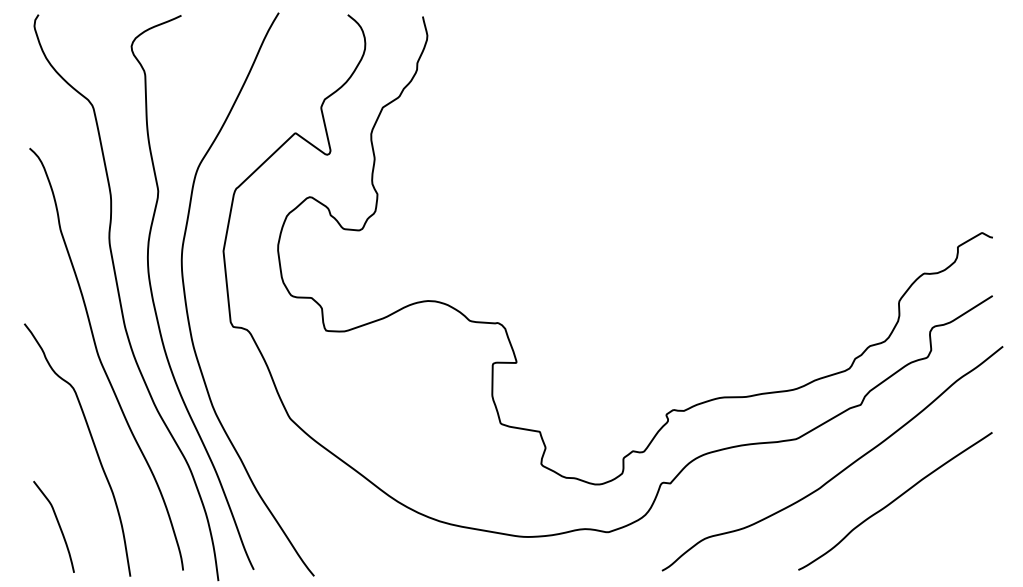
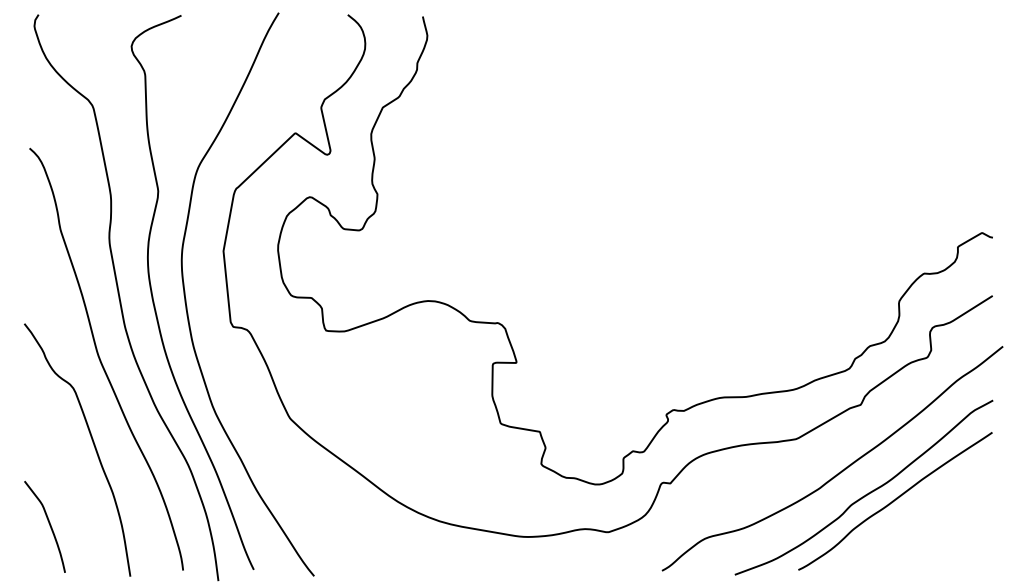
curve at (868, 492): none -> present
curve at (57, 523) position: (57, 523) -> (48, 523)
